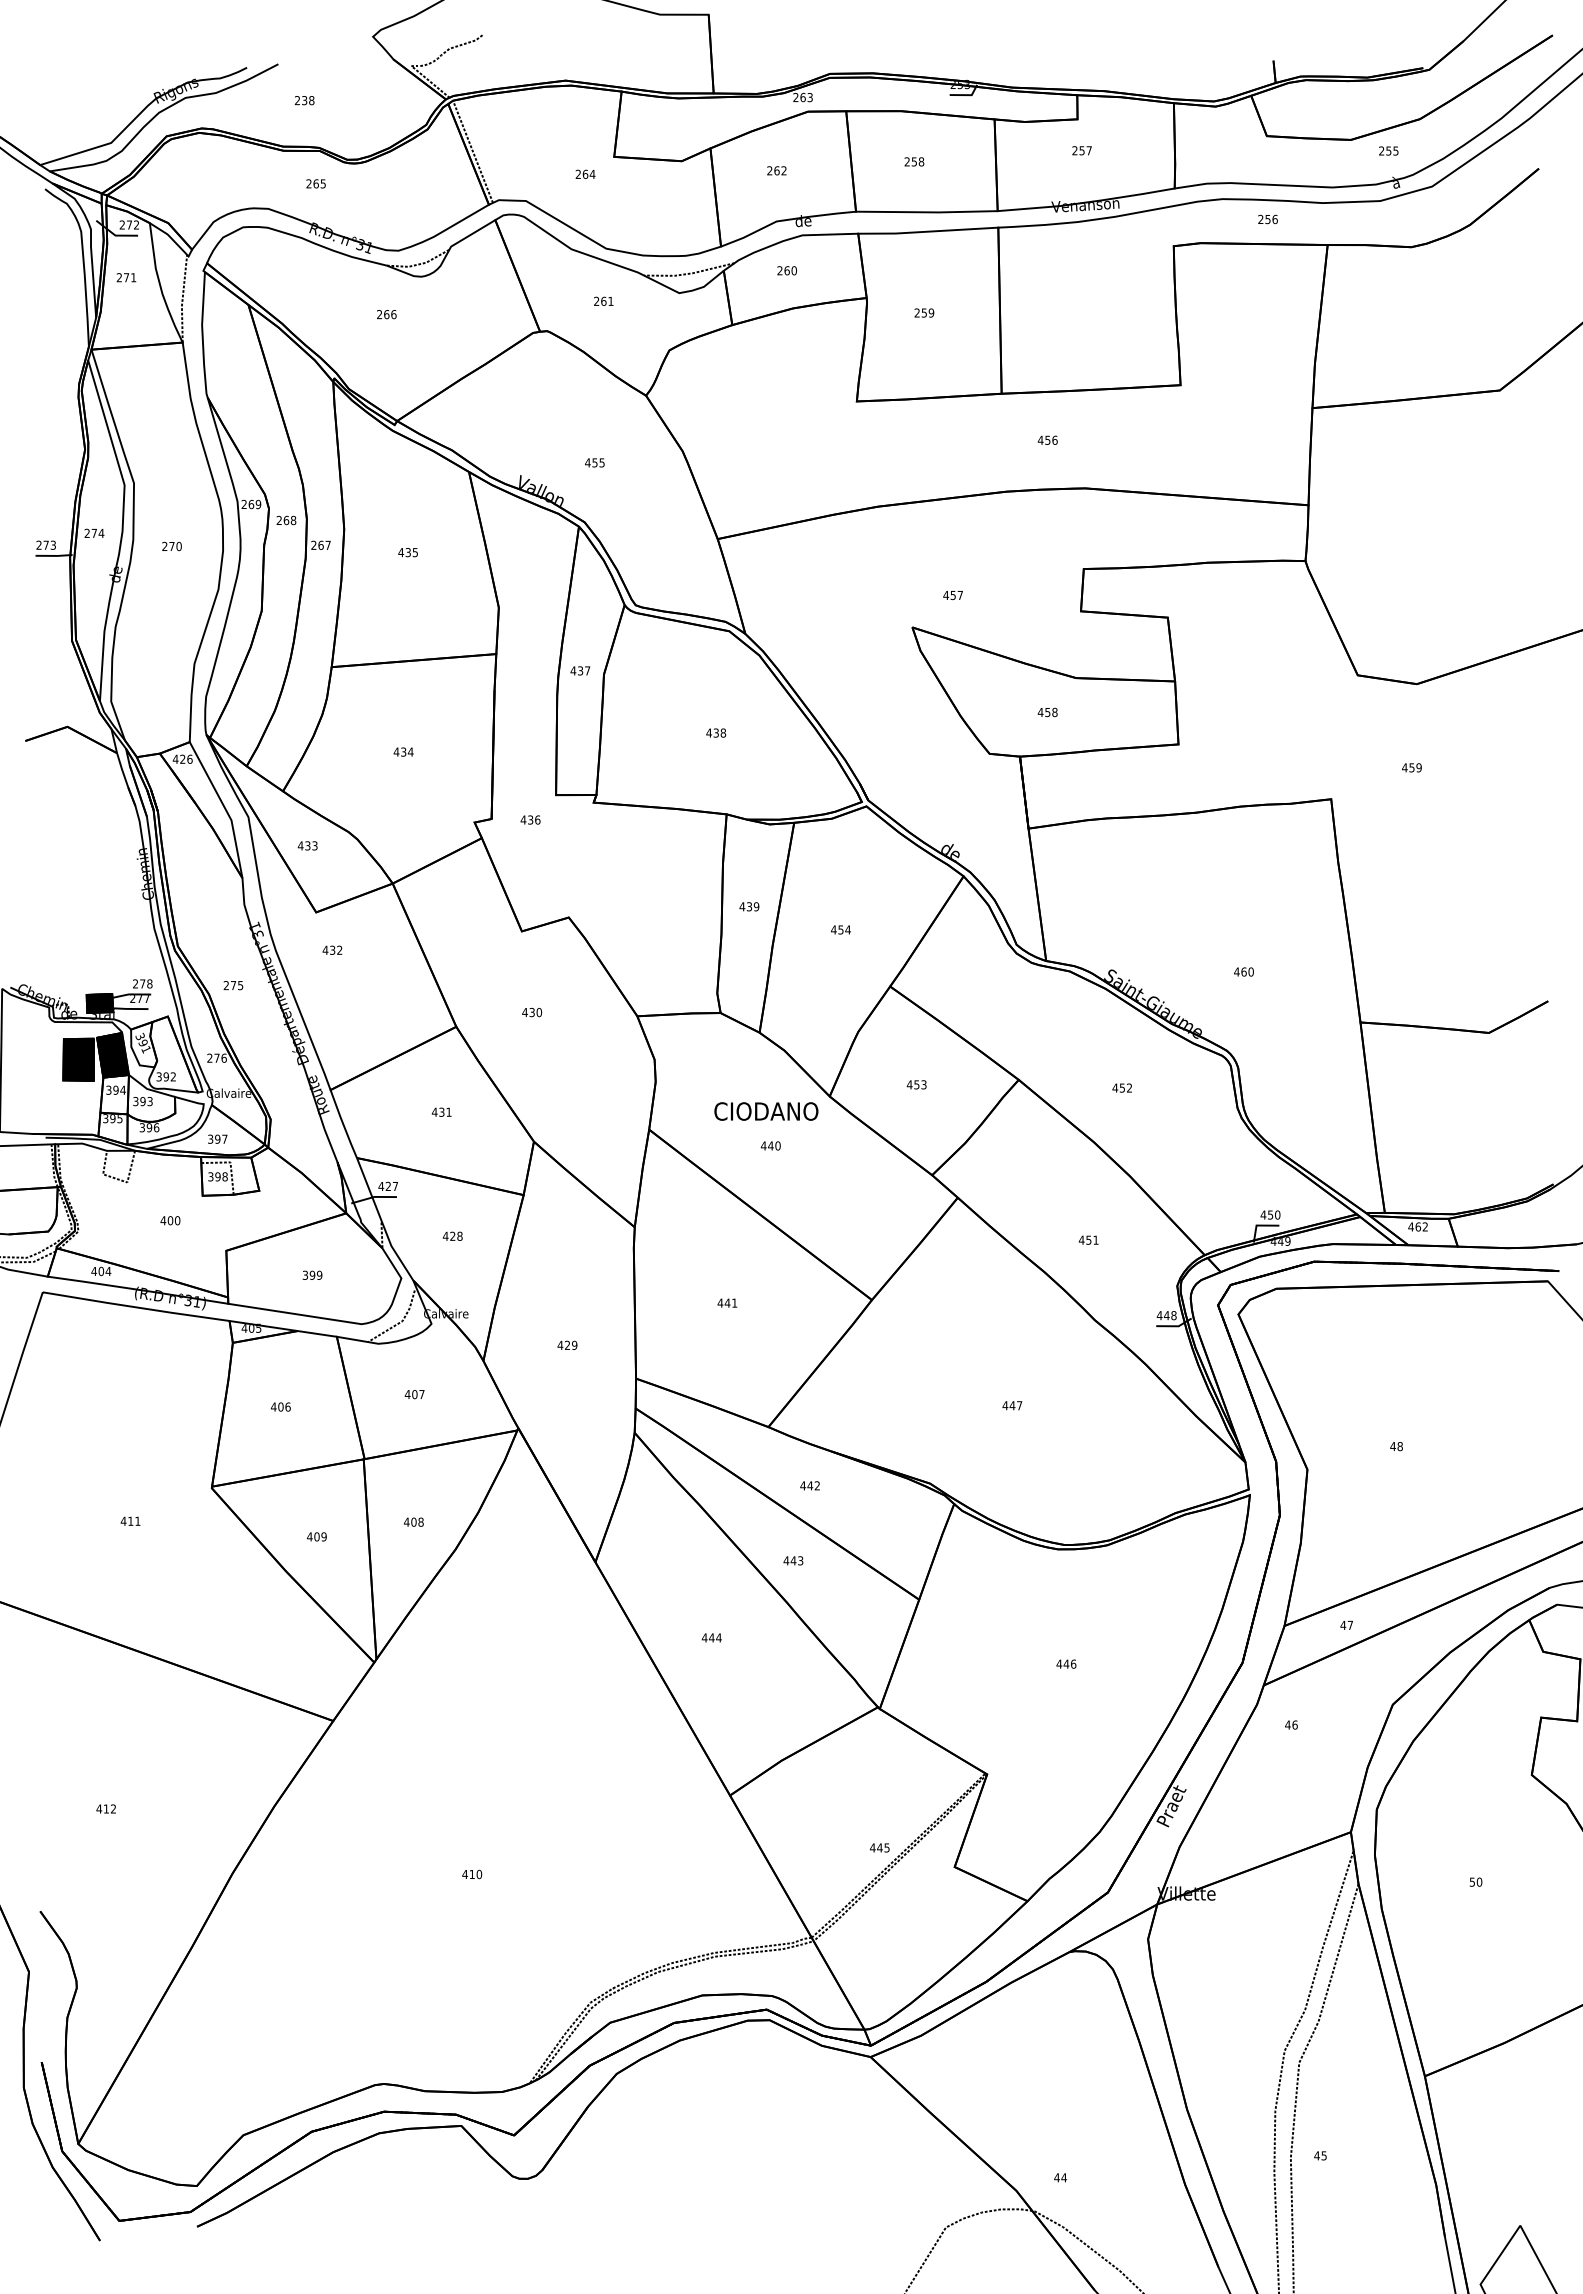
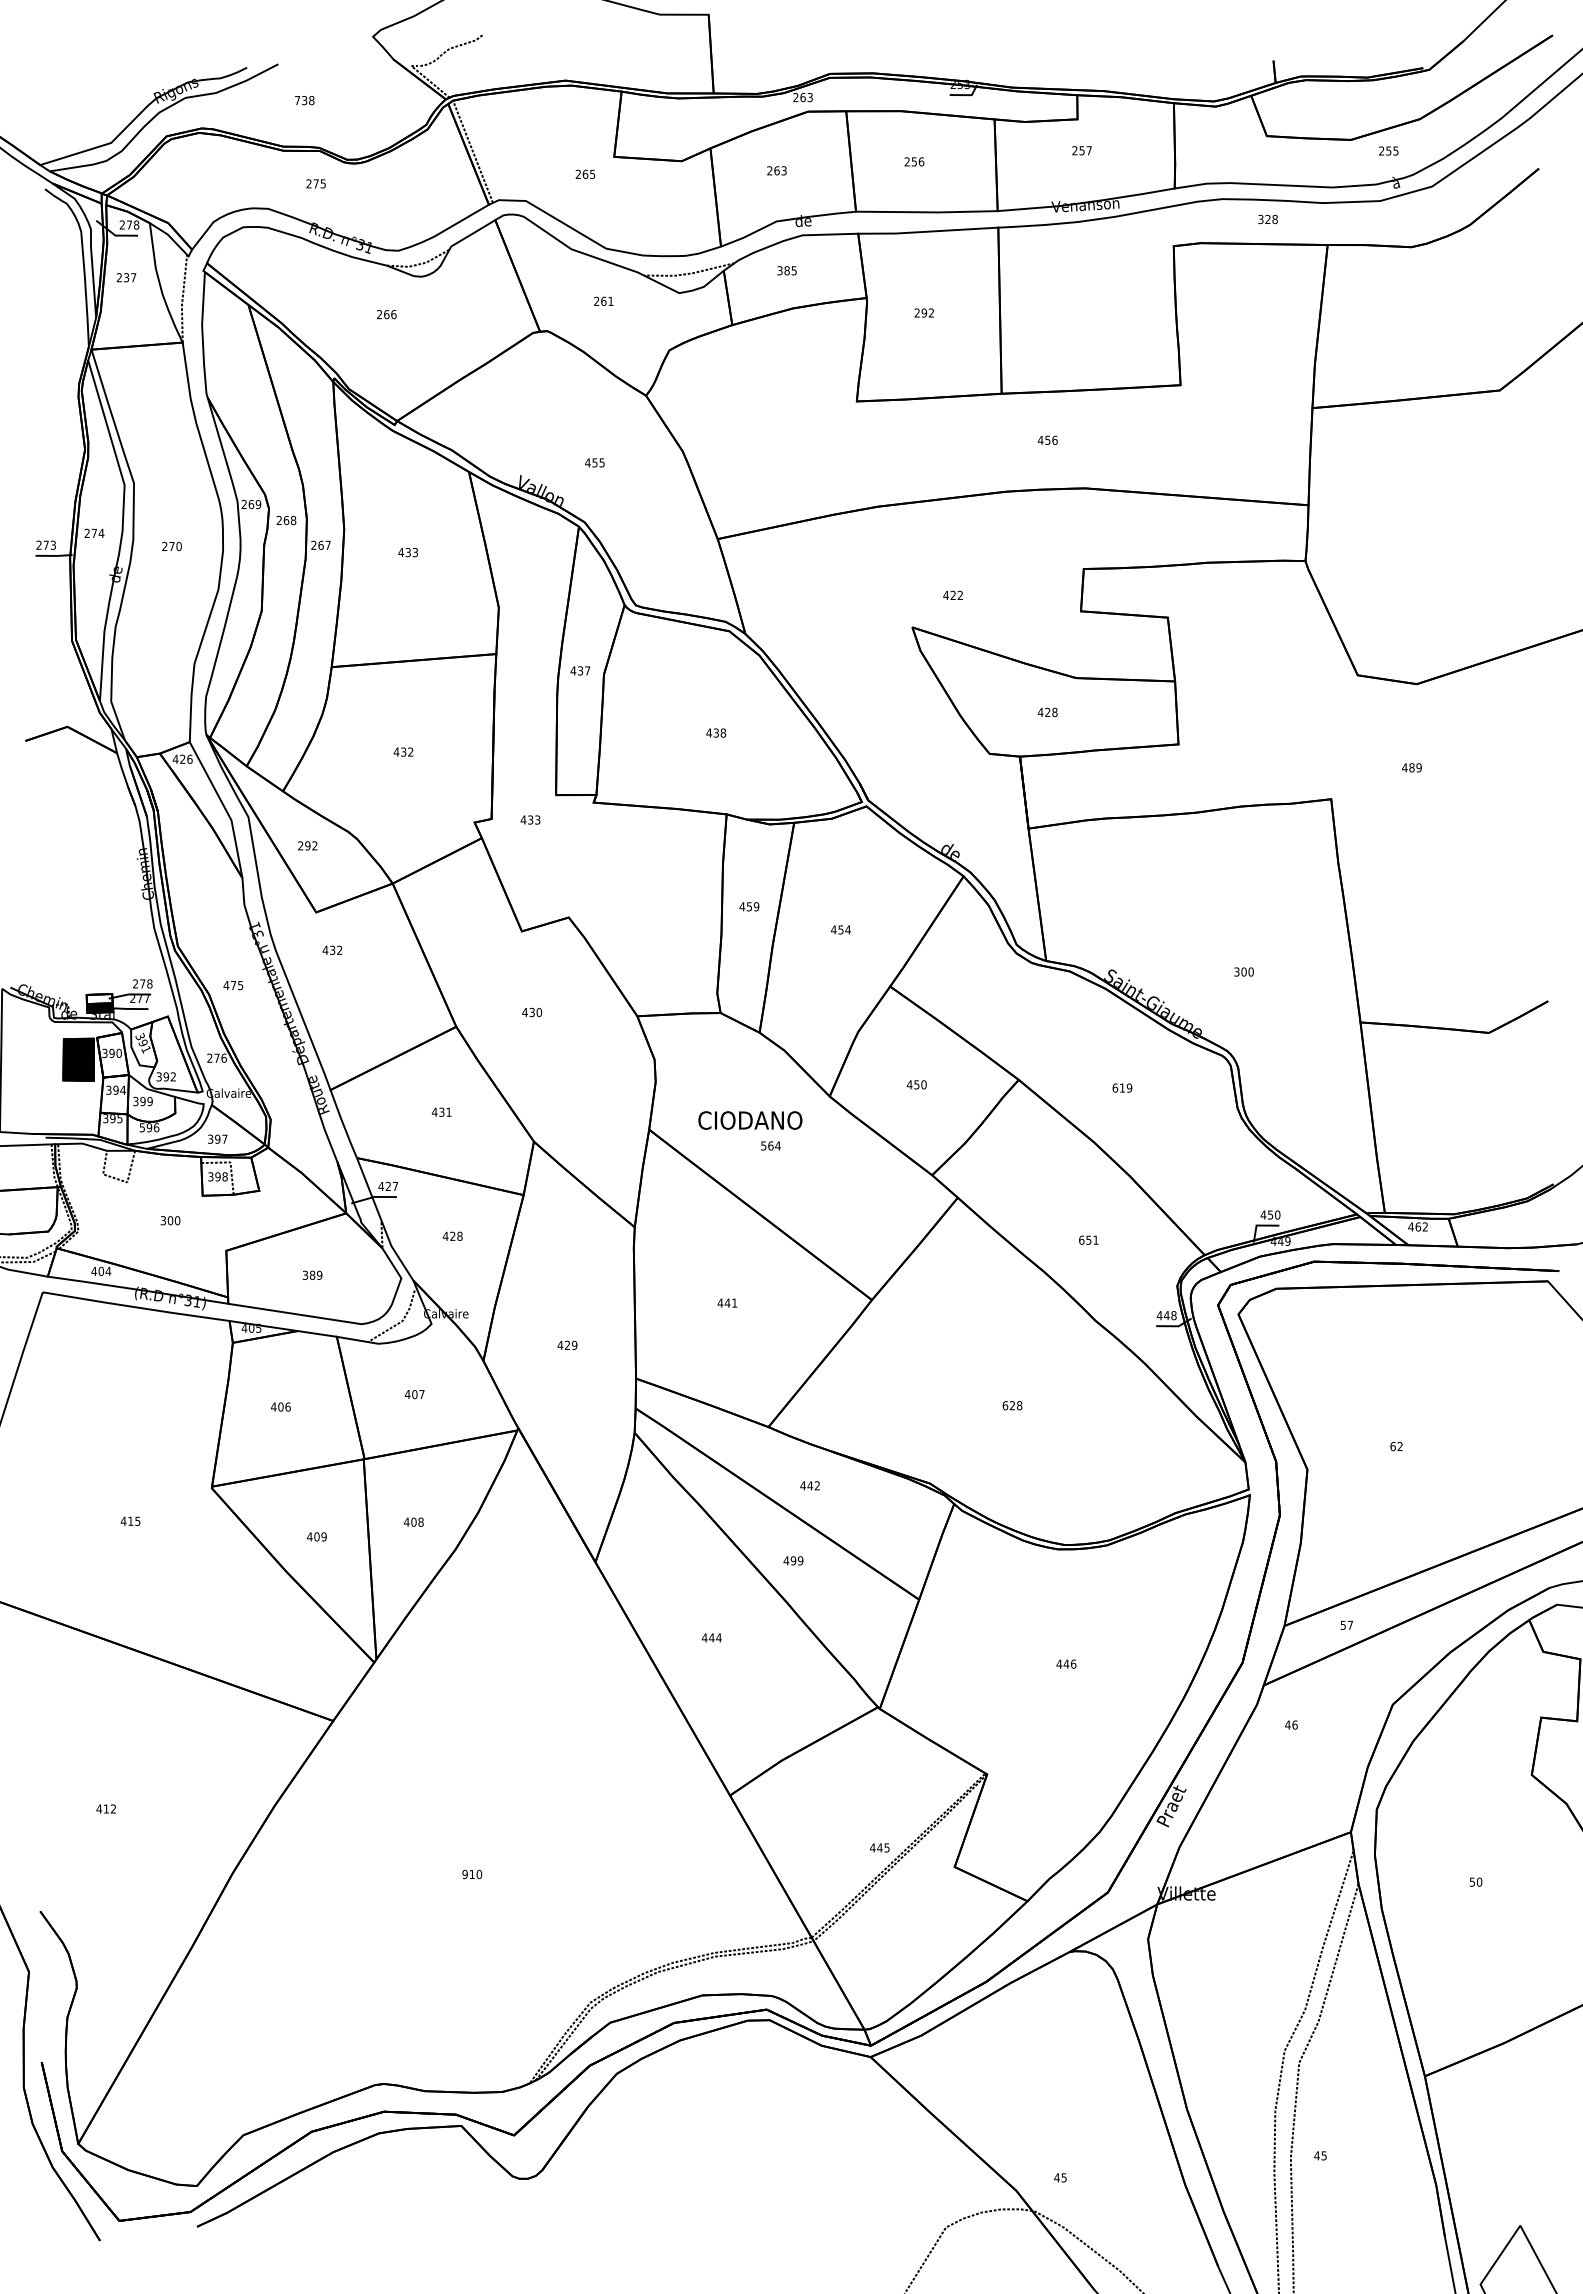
text at (297, 100): 238 -> 738
text at (921, 161): 258 -> 256
text at (783, 170): 262 -> 263
text at (592, 173): 264 -> 265
text at (315, 183): 265 -> 275
text at (1267, 219): 256 -> 328
text at (136, 224): 272 -> 278
text at (786, 270): 260 -> 385
text at (129, 277): 271 -> 237
text at (927, 312): 259 -> 292
text at (415, 552): 435 -> 433
text at (956, 595): 457 -> 422
text at (1047, 712): 458 -> 428
text at (410, 751): 434 -> 432
text at (1411, 767): 459 -> 489
text at (537, 819): 436 -> 433
text at (307, 845): 433 -> 292
text at (749, 906): 439 -> 459
text at (1240, 971): 460 -> 300
text at (226, 985): 275 -> 475
fill at (99, 999): present -> none
fill at (112, 1054): present -> none
text at (923, 1084): 453 -> 450
text at (1122, 1087): 452 -> 619
text at (149, 1101): 393 -> 399
text at (766, 1111) position: (766, 1111) -> (750, 1120)
text at (142, 1127): 396 -> 596
text at (770, 1145): 440 -> 564
text at (163, 1220): 400 -> 300
text at (1081, 1239): 451 -> 651
text at (312, 1275): 399 -> 389
text at (1012, 1405): 447 -> 628
text at (1396, 1446): 48 -> 62
text at (137, 1520): 411 -> 415
text at (796, 1560): 443 -> 499
text at (1343, 1624): 47 -> 57
text at (465, 1874): 410 -> 910
text at (1064, 2177): 44 -> 45
